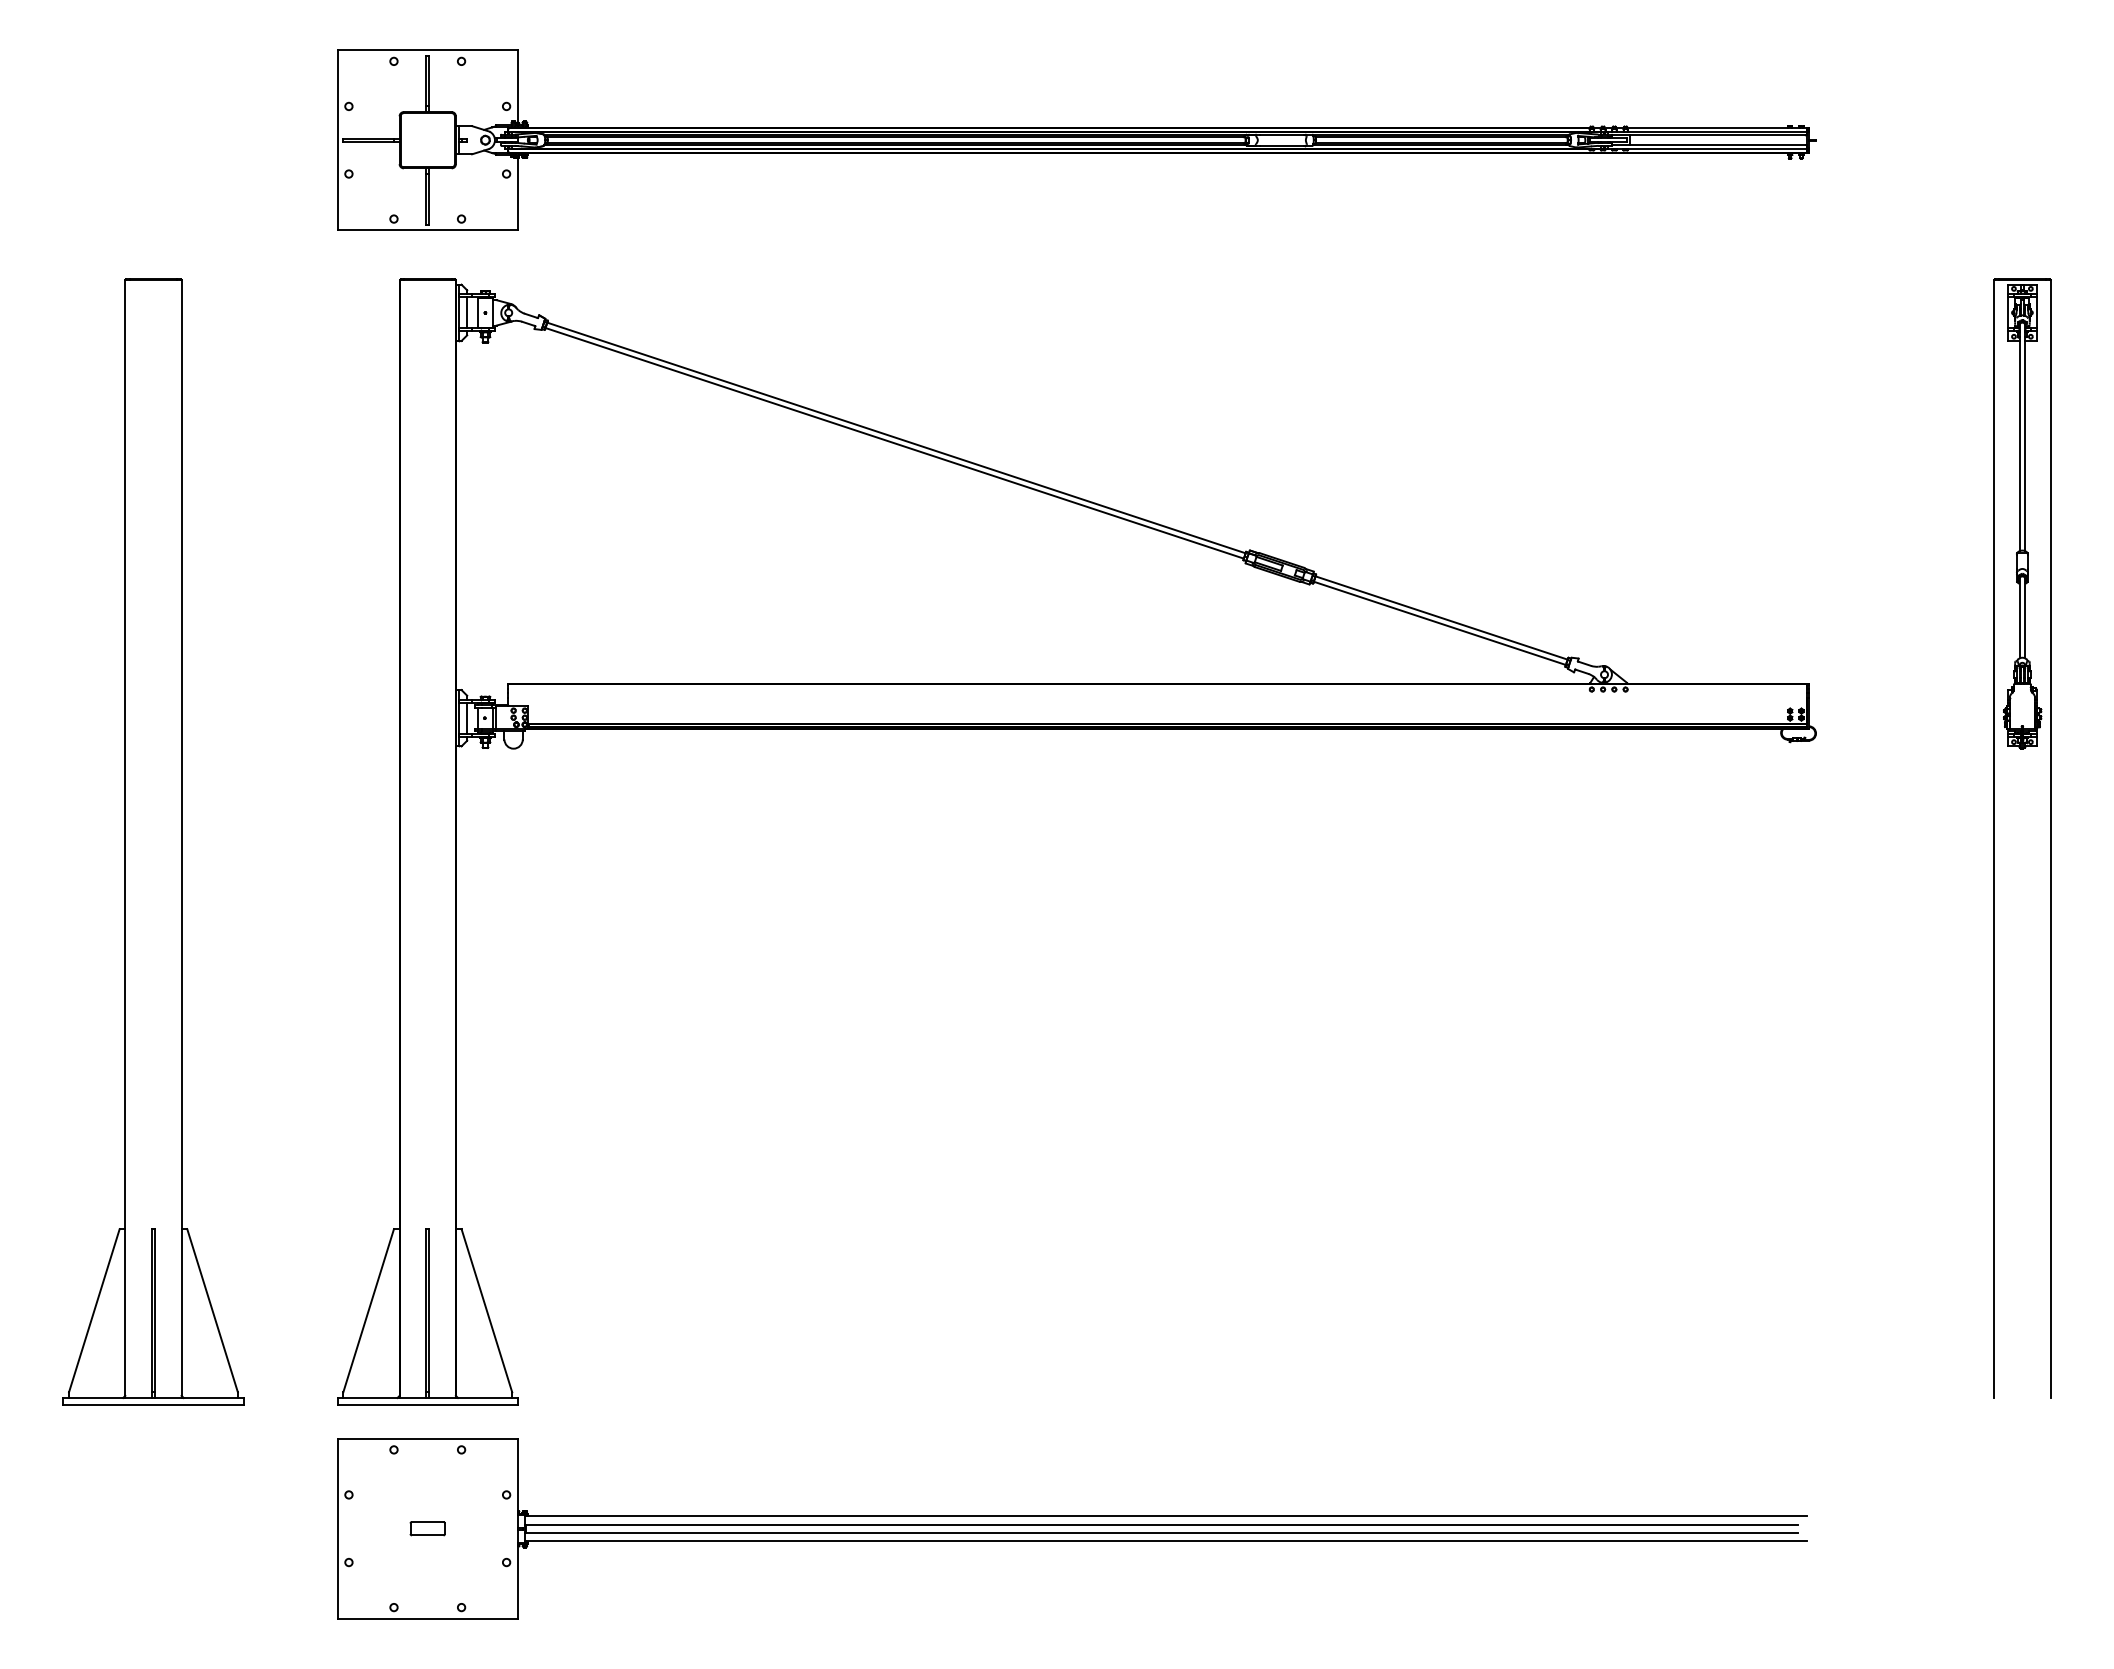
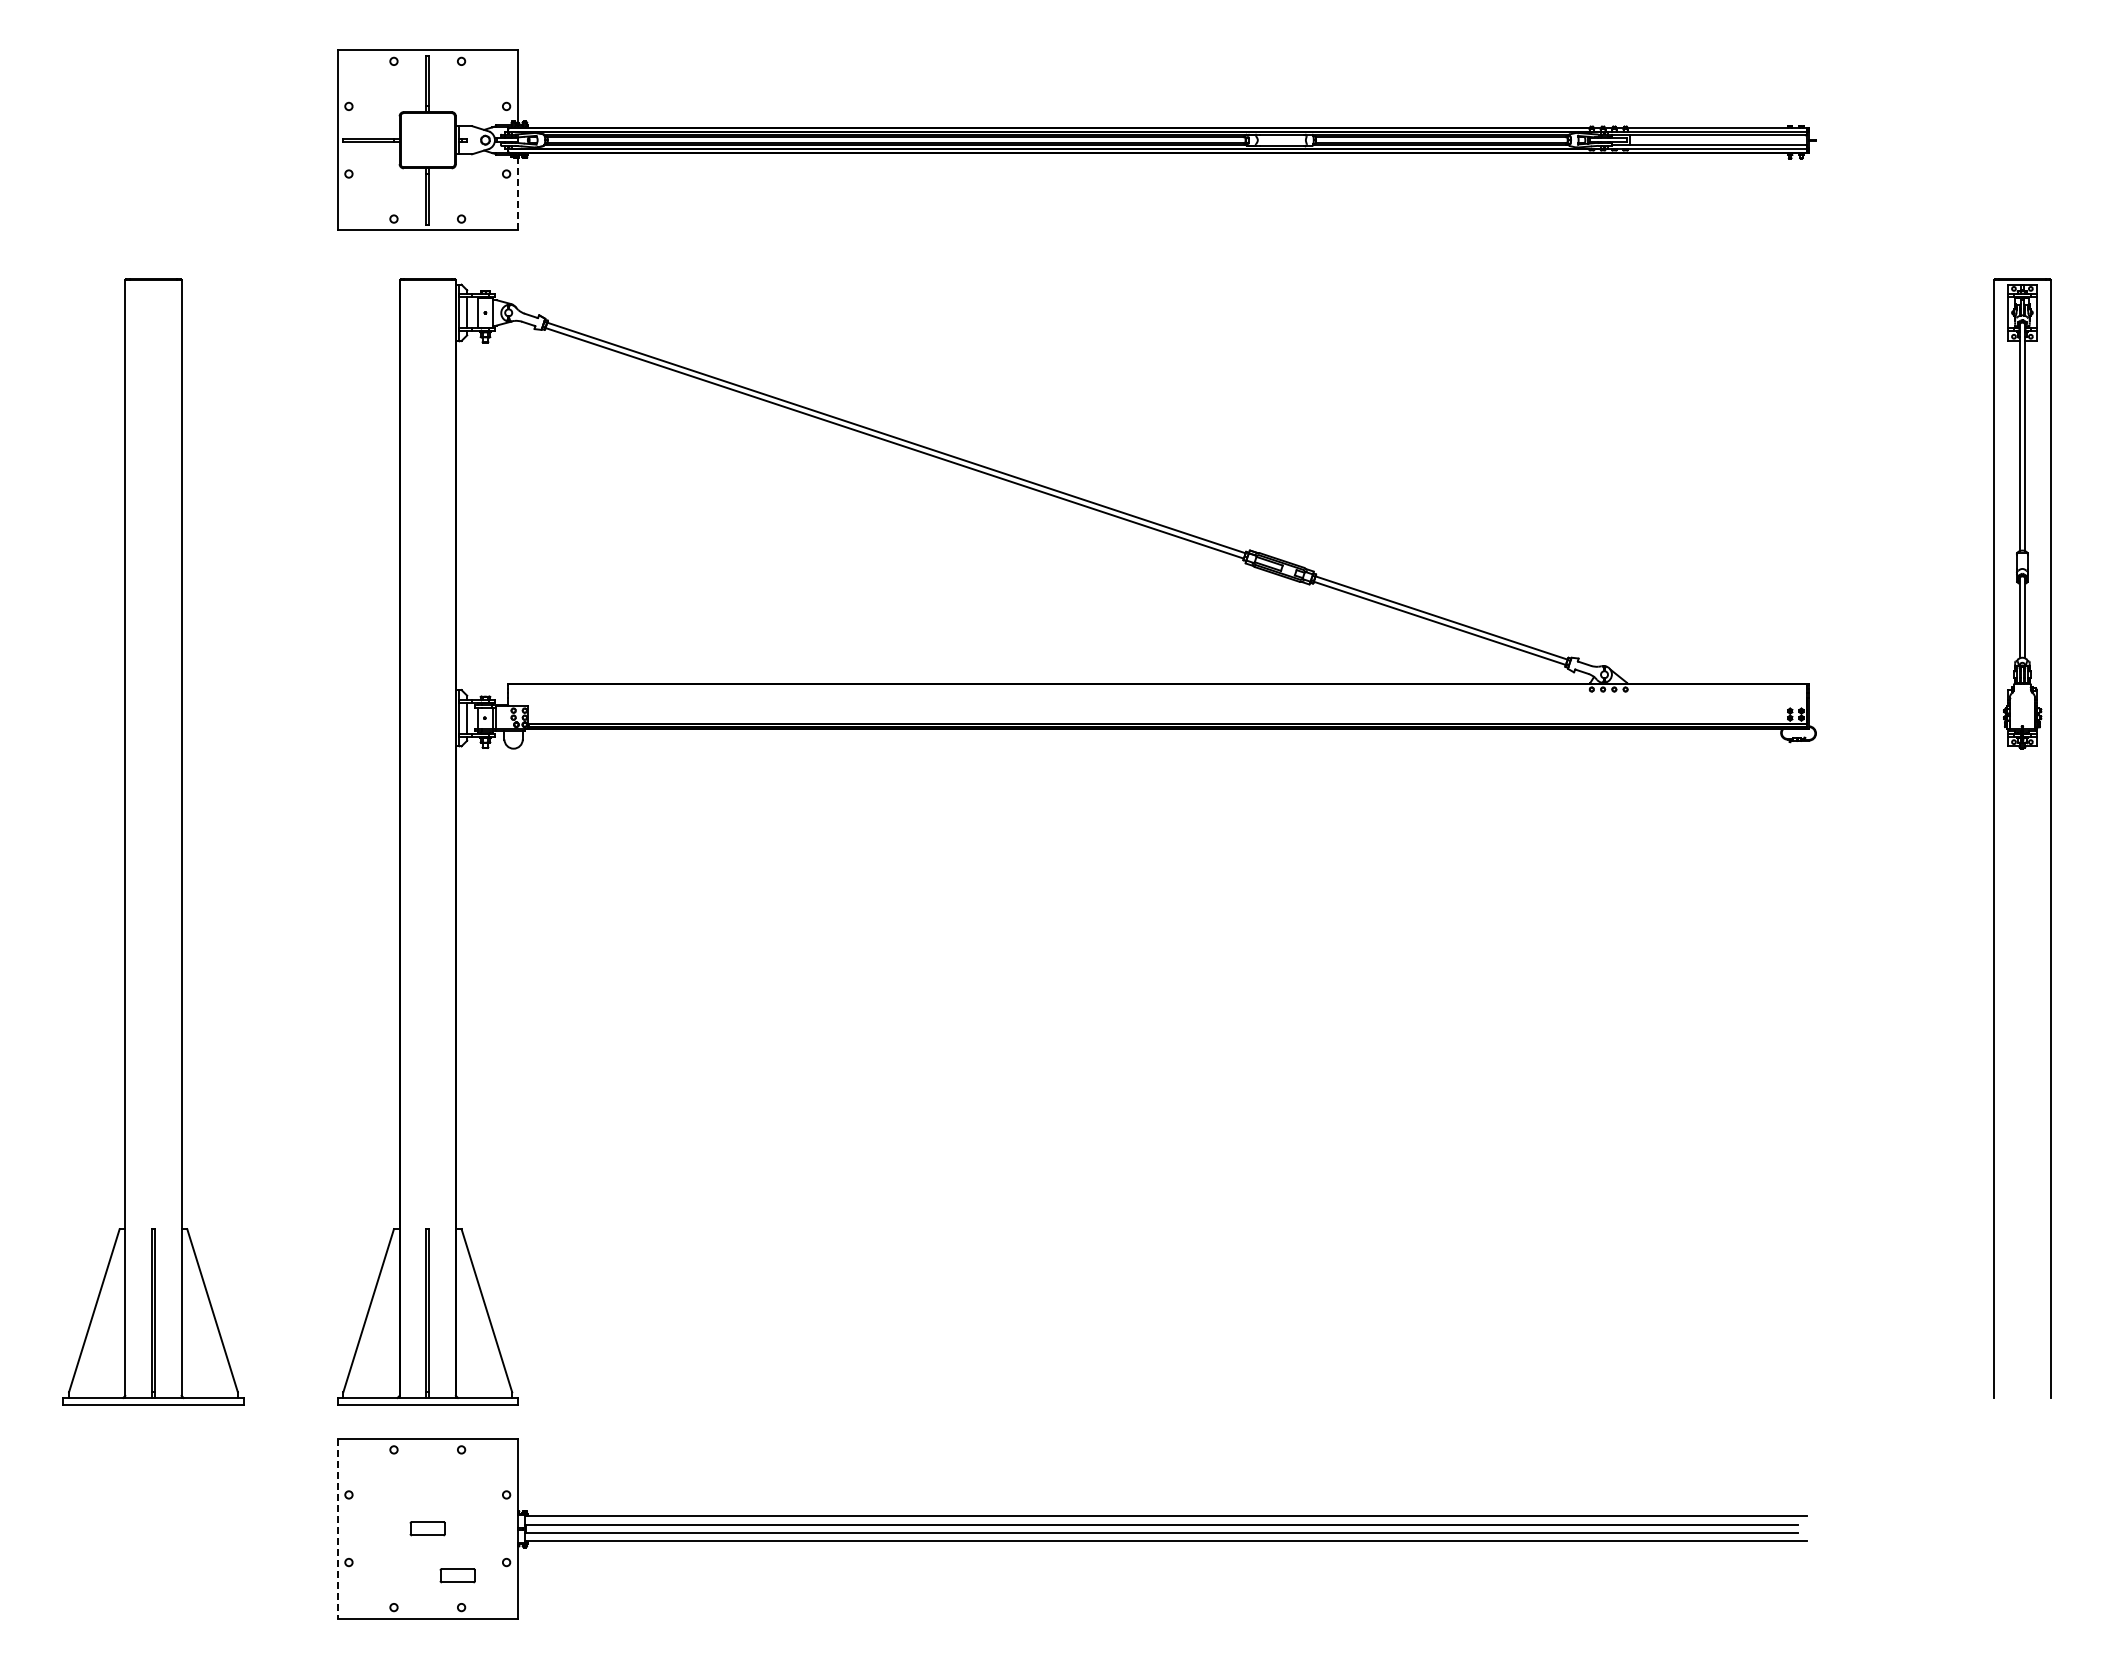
line at (517, 193): solid -> dashed
line at (337, 1529): solid -> dashed
part at (457, 1575): none -> present
